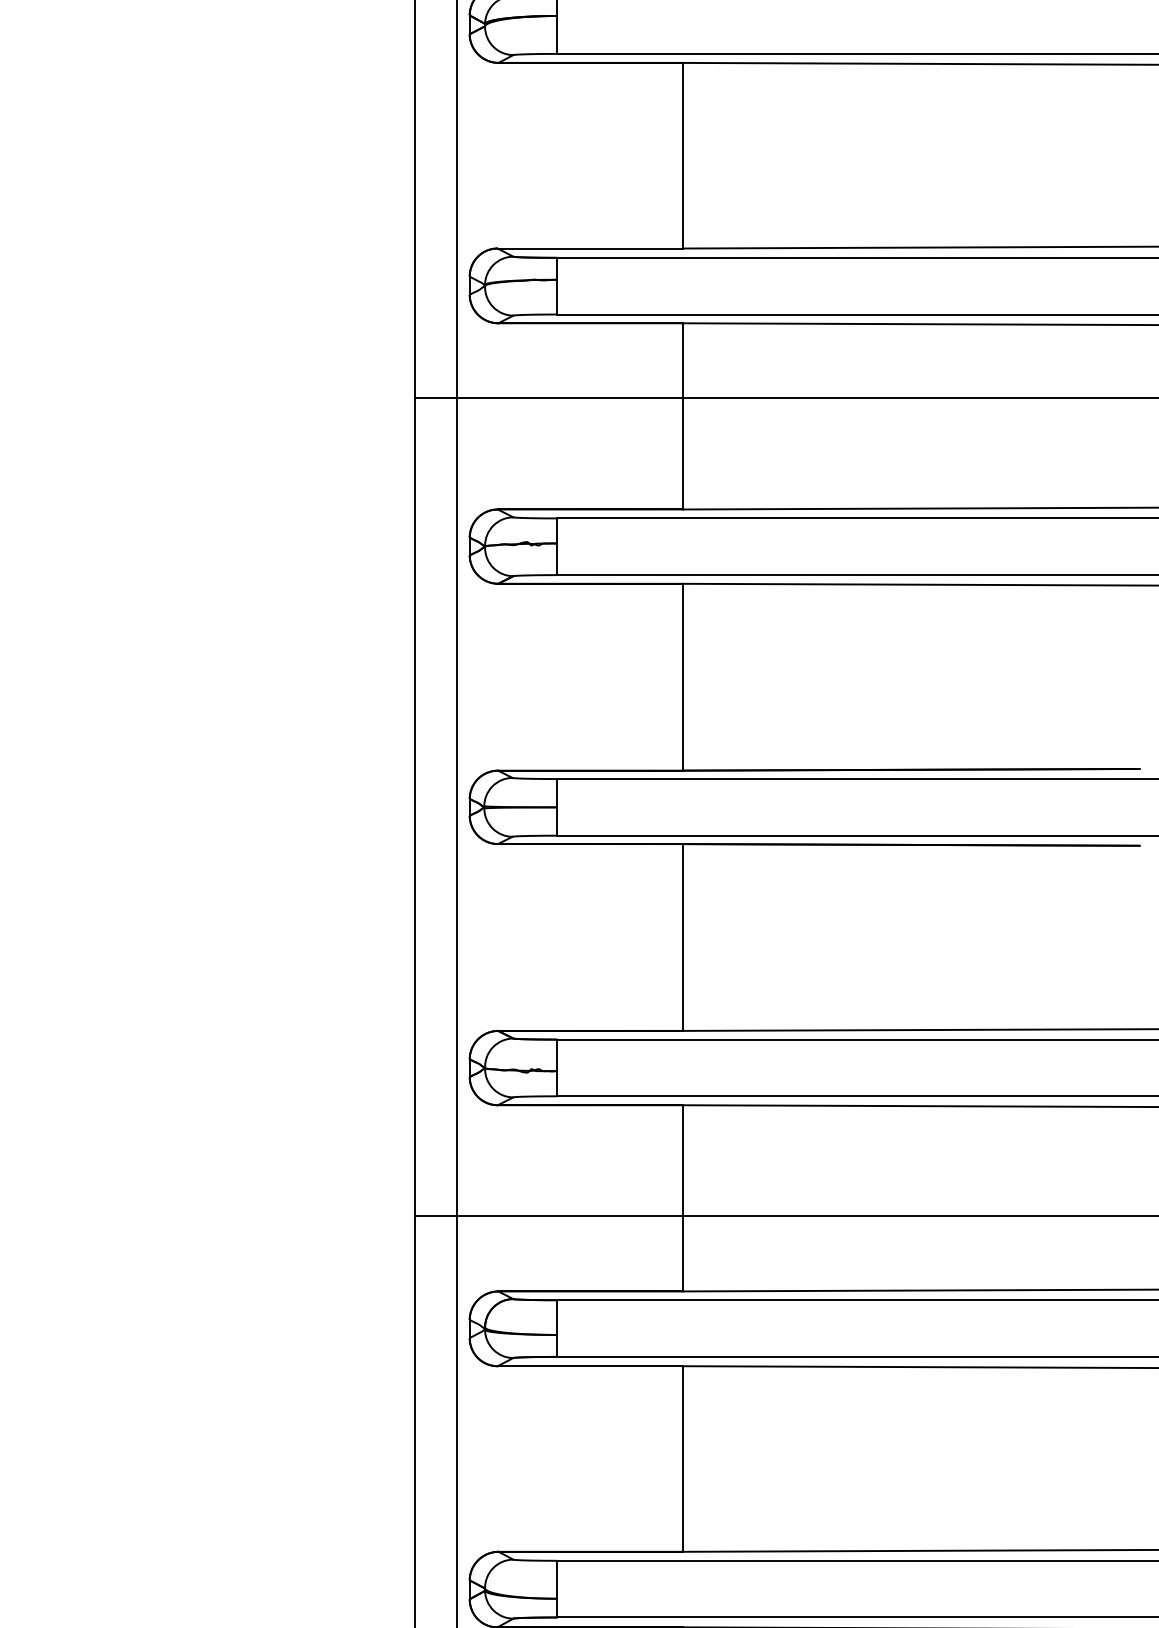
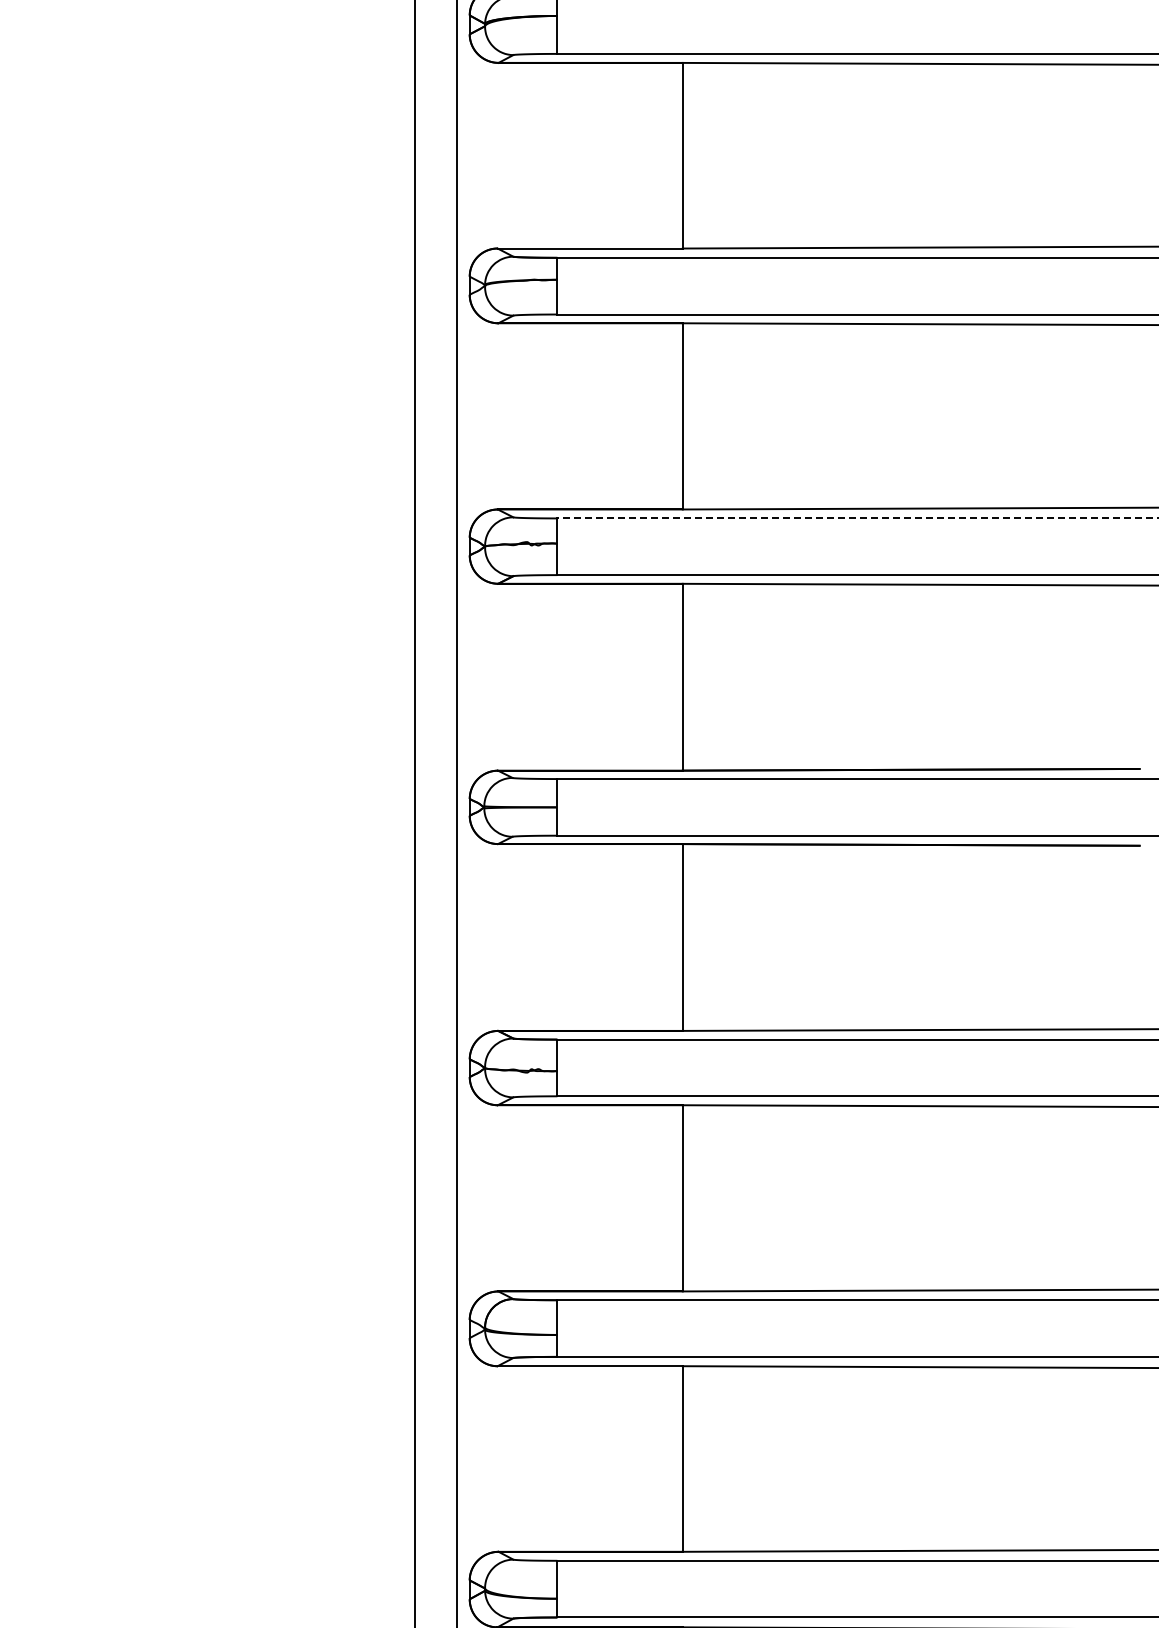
line at (785, 398): present -> none
line at (857, 518): solid -> dashed
line at (785, 1216): present -> none
